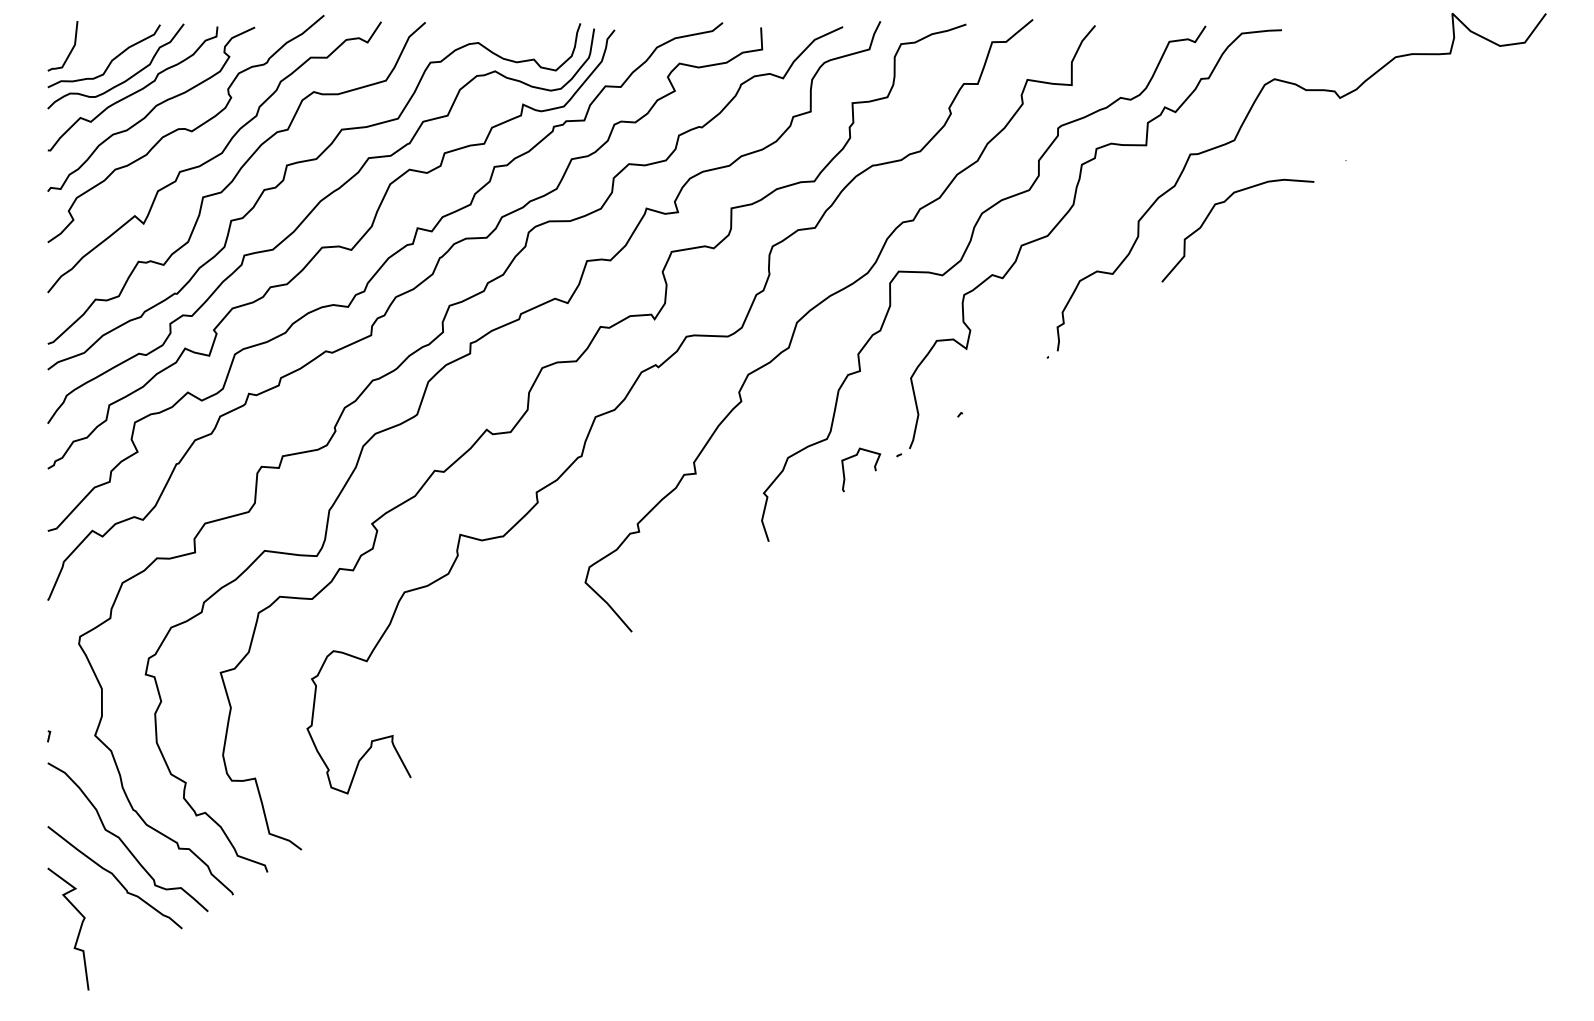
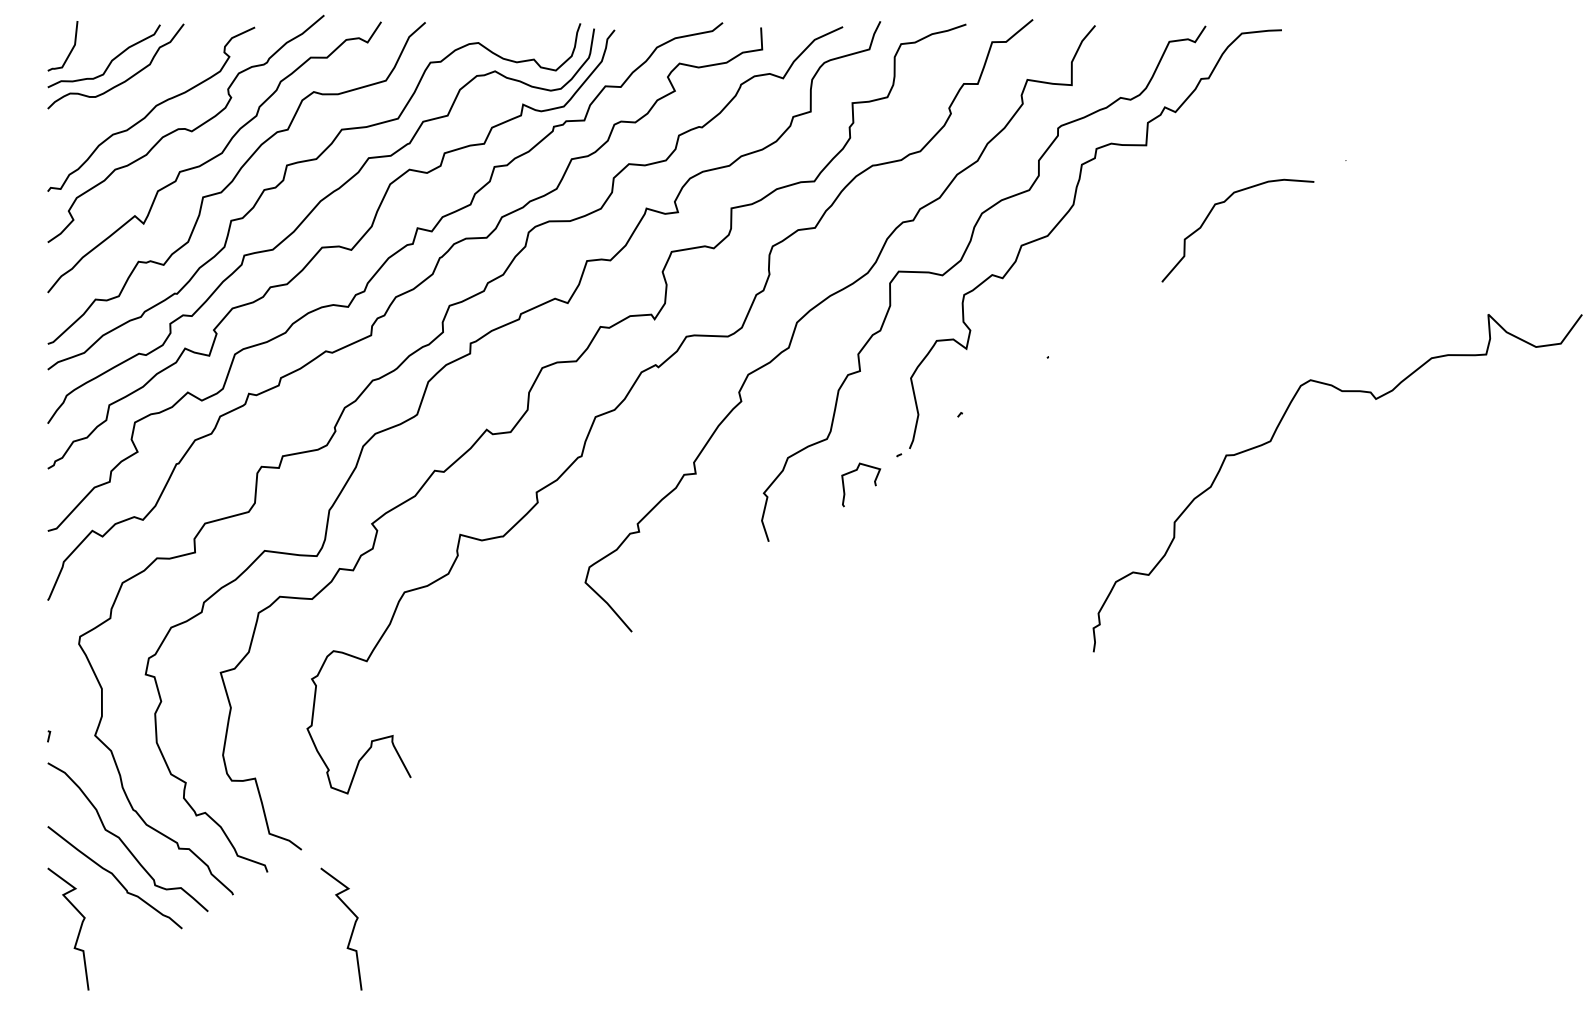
curve at (133, 92): present -> none
curve at (1235, 140) position: (1235, 140) -> (1271, 441)
curve at (874, 469) position: (874, 469) -> (874, 484)
curve at (351, 931): none -> present
